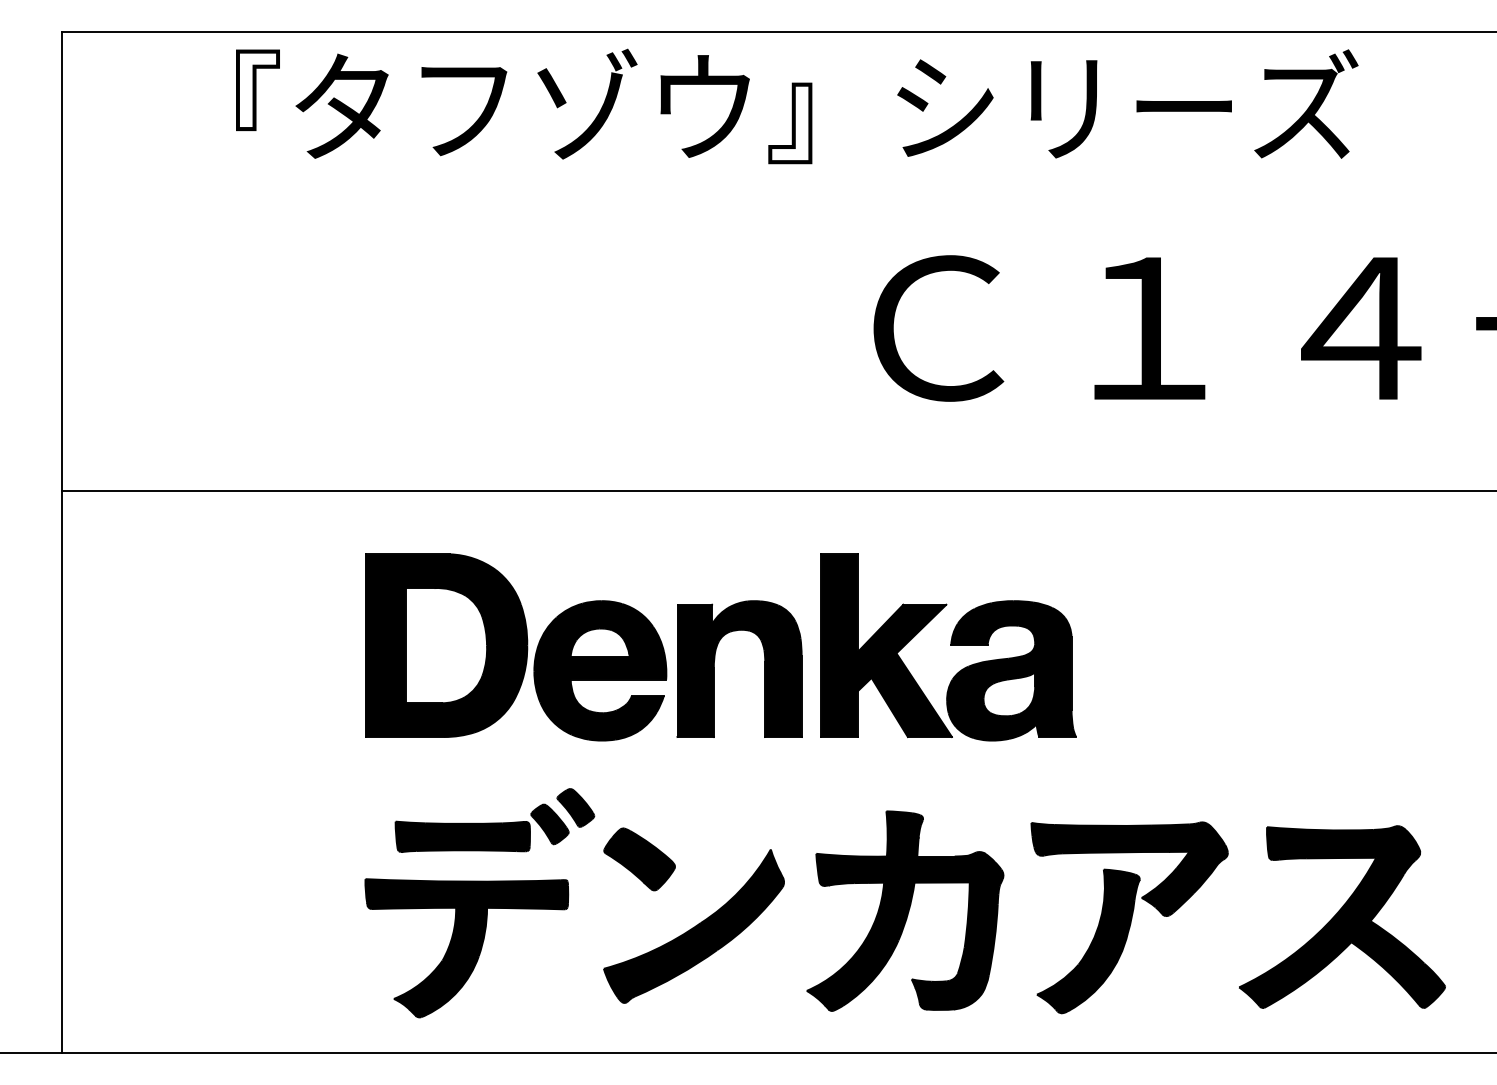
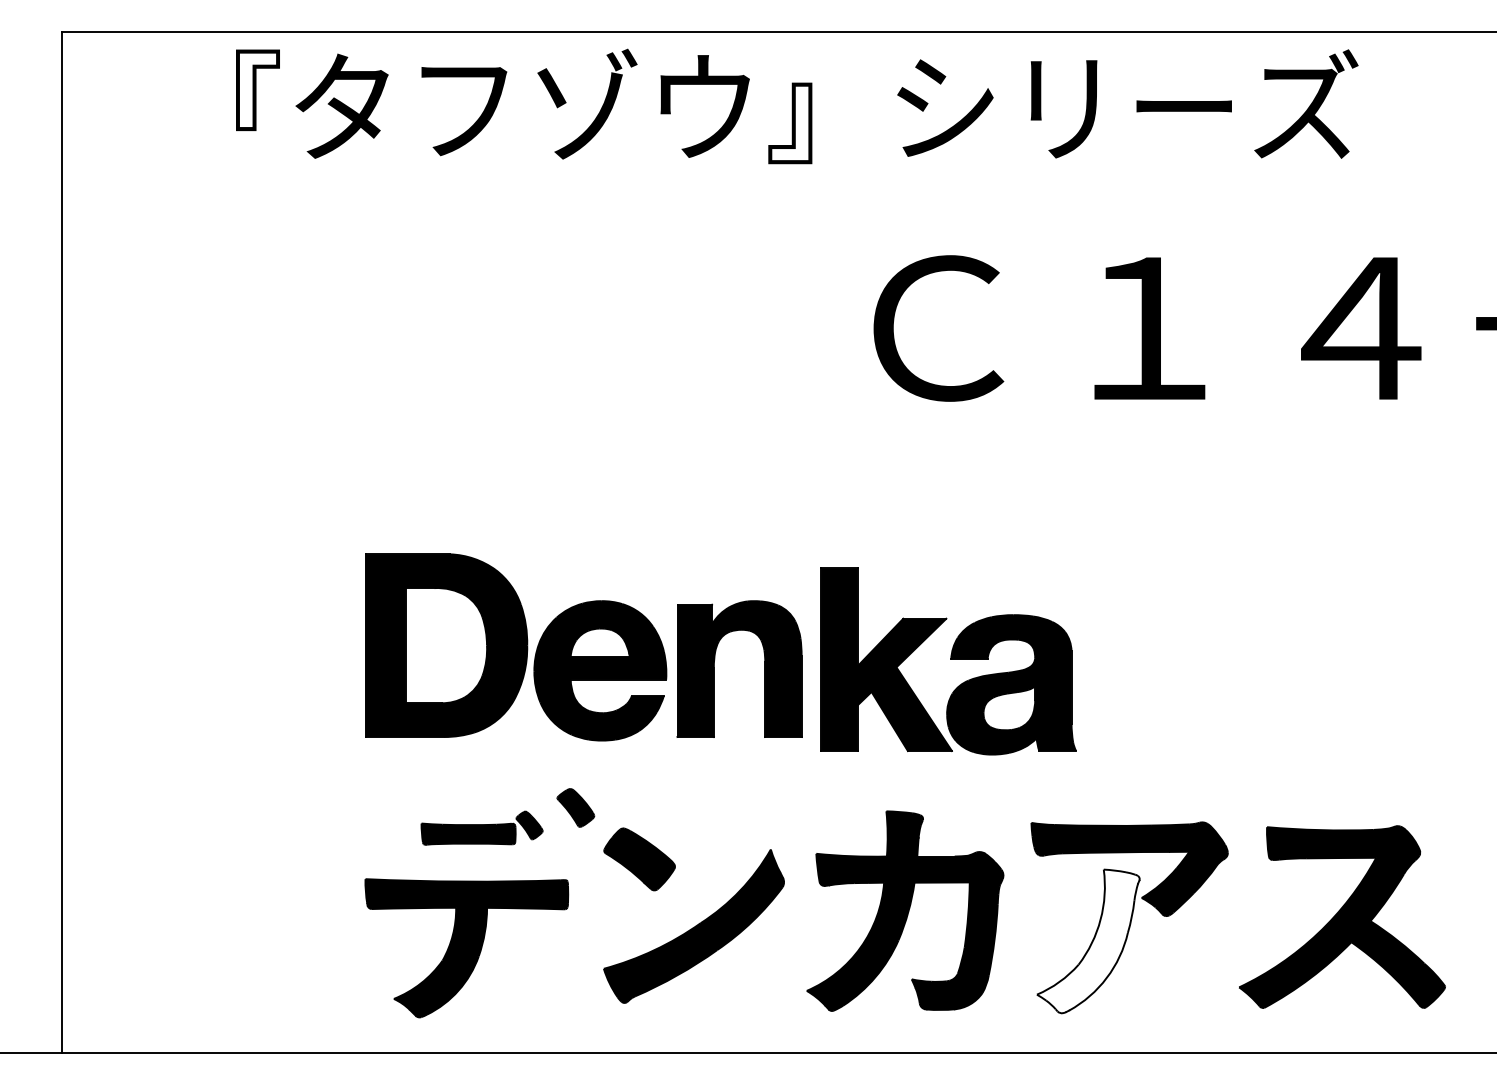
line at (777, 491): present -> none
part at (948, 647) position: (948, 647) -> (948, 661)
part at (481, 827) size: 176x50 px -> 124x36 px
fill at (1087, 941): present -> none
